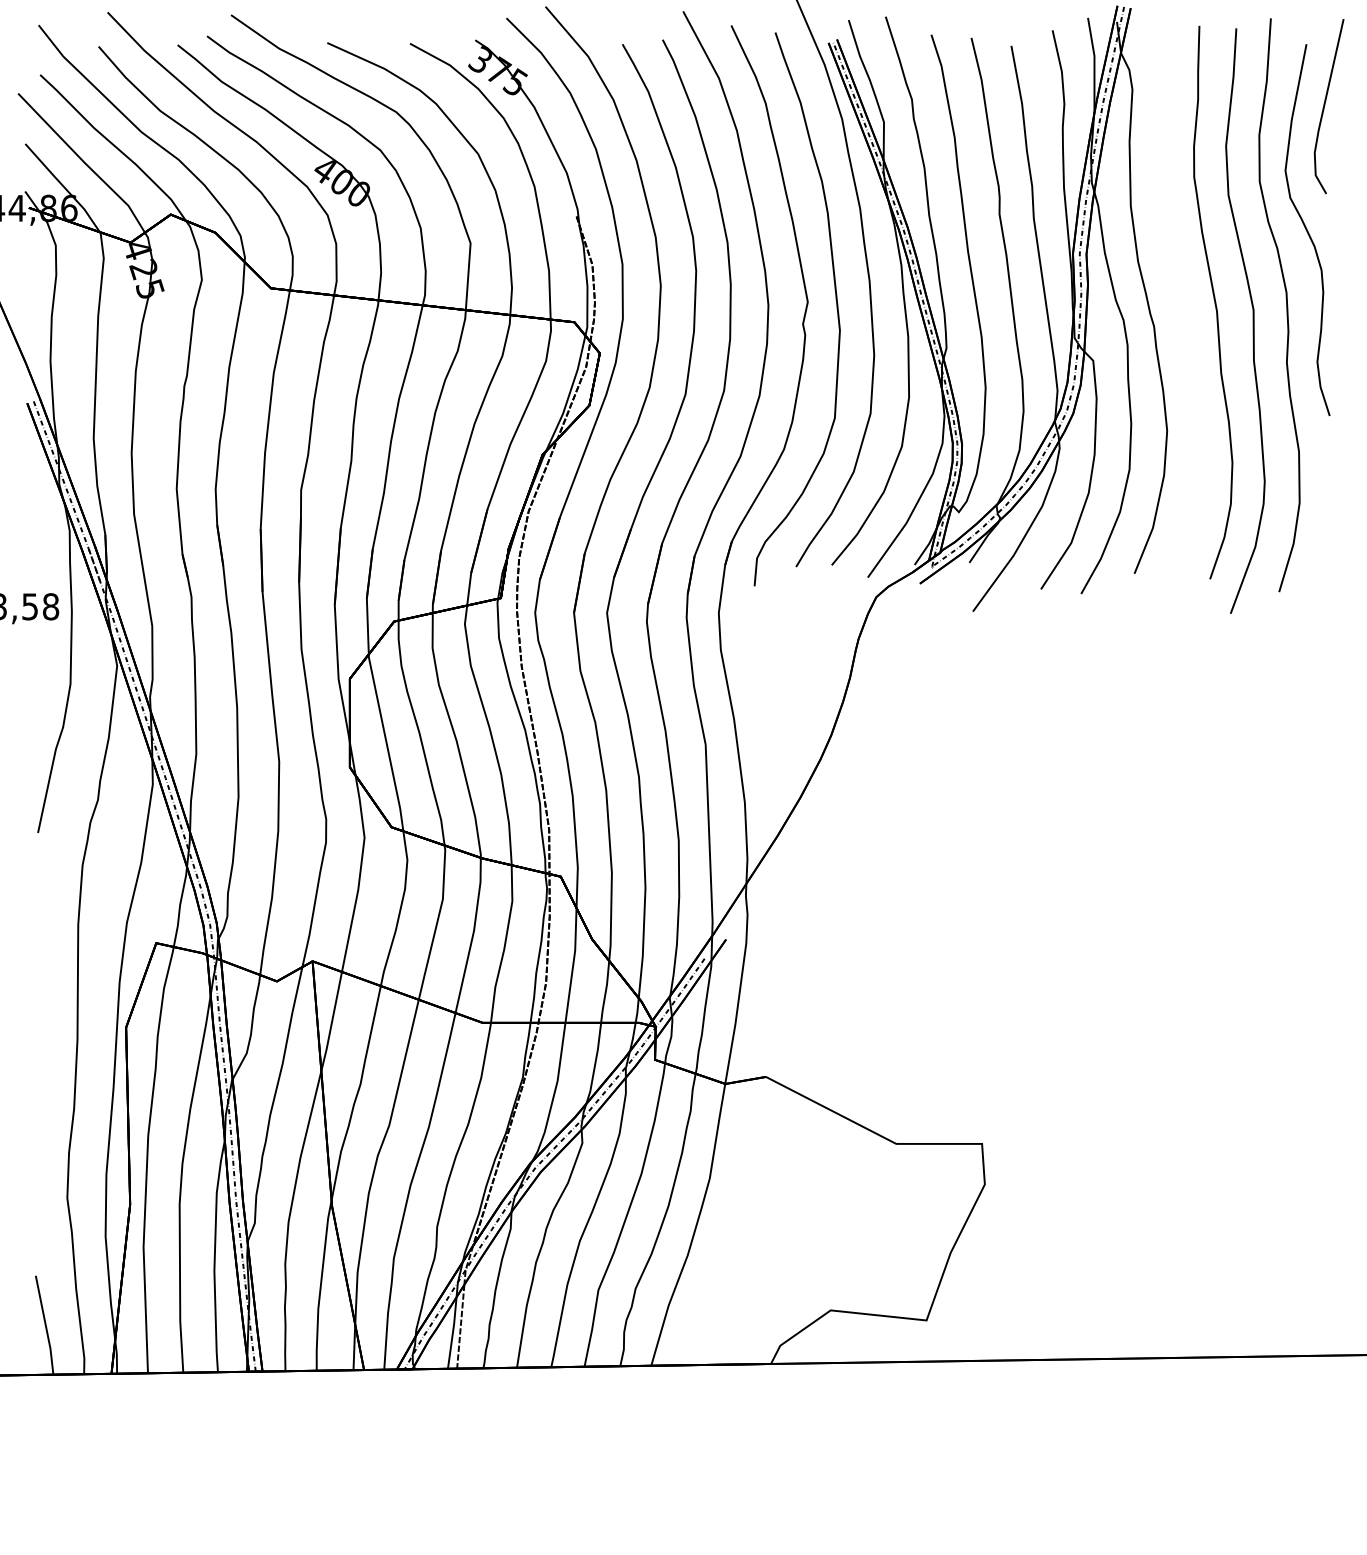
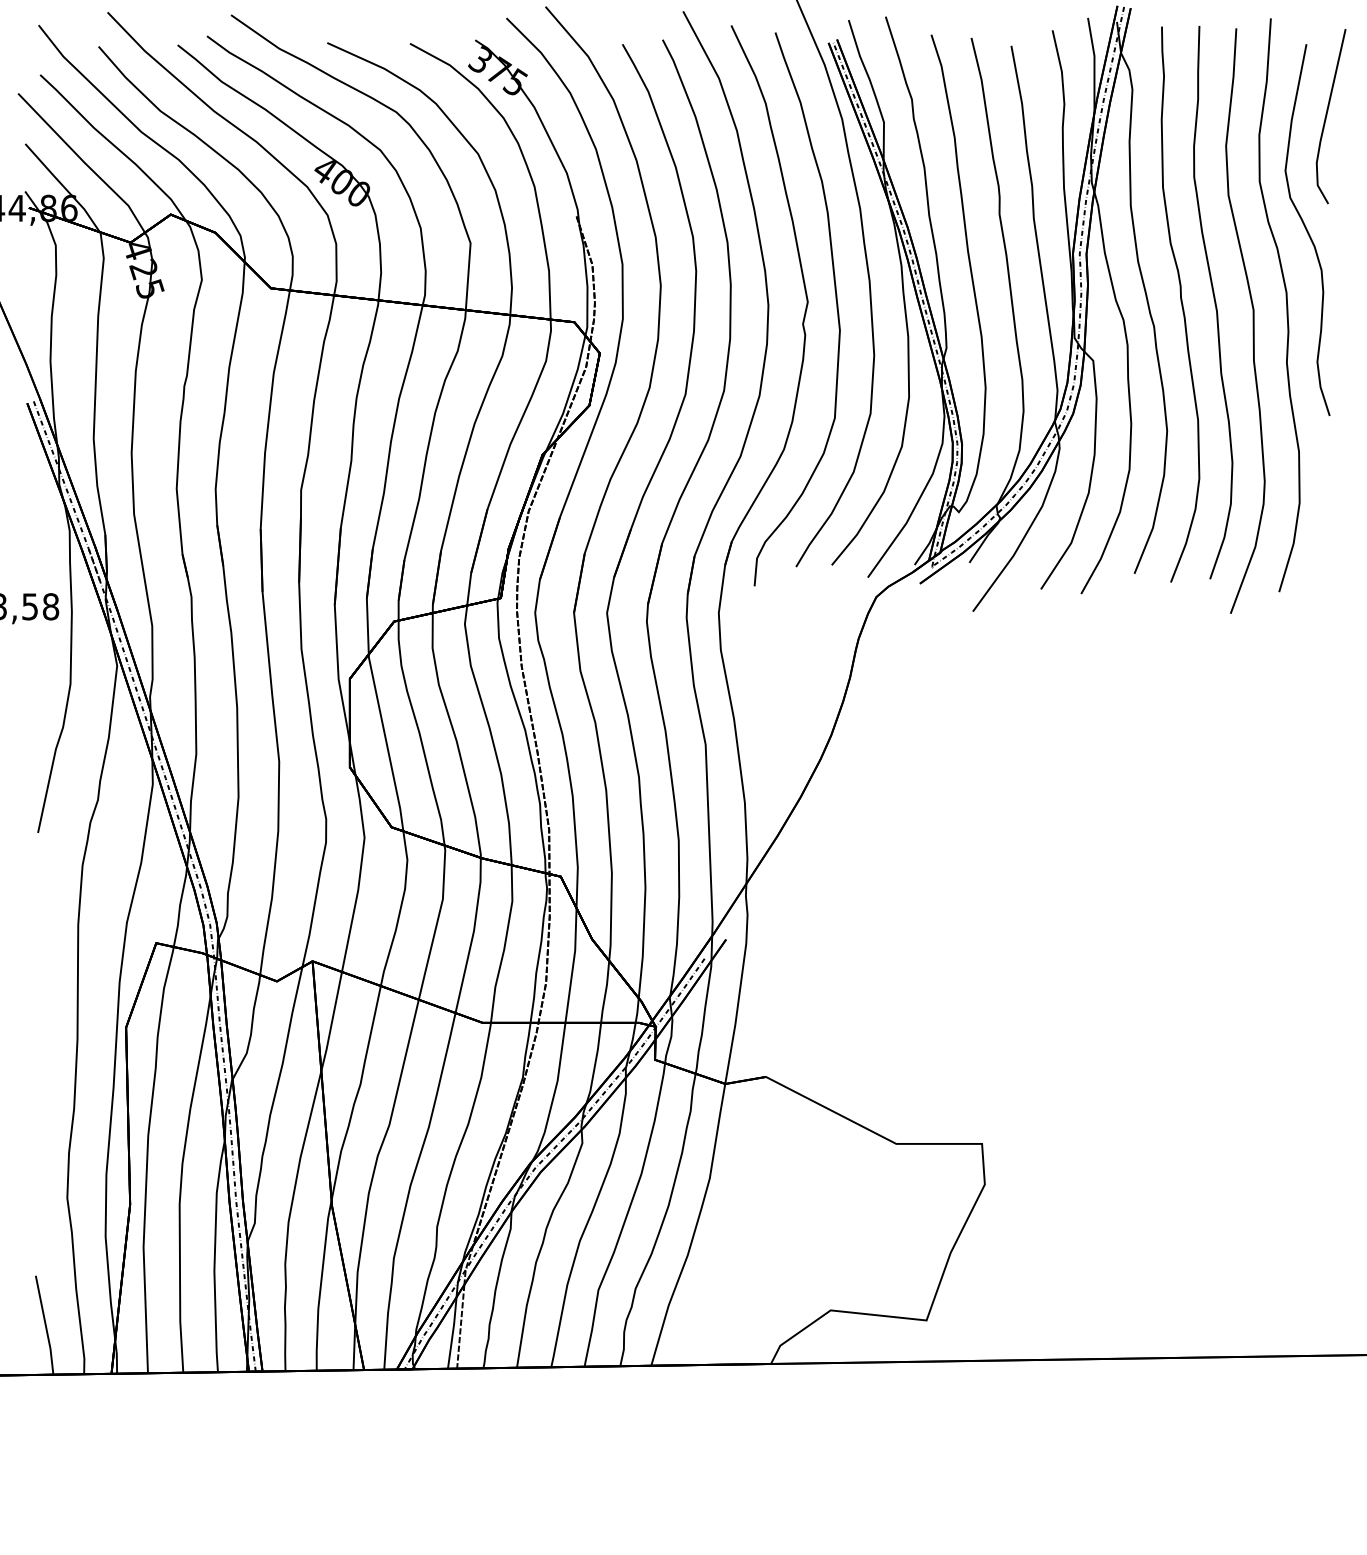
line at (1325, 105) position: (1325, 105) -> (1327, 115)
curve at (1181, 304): none -> present
